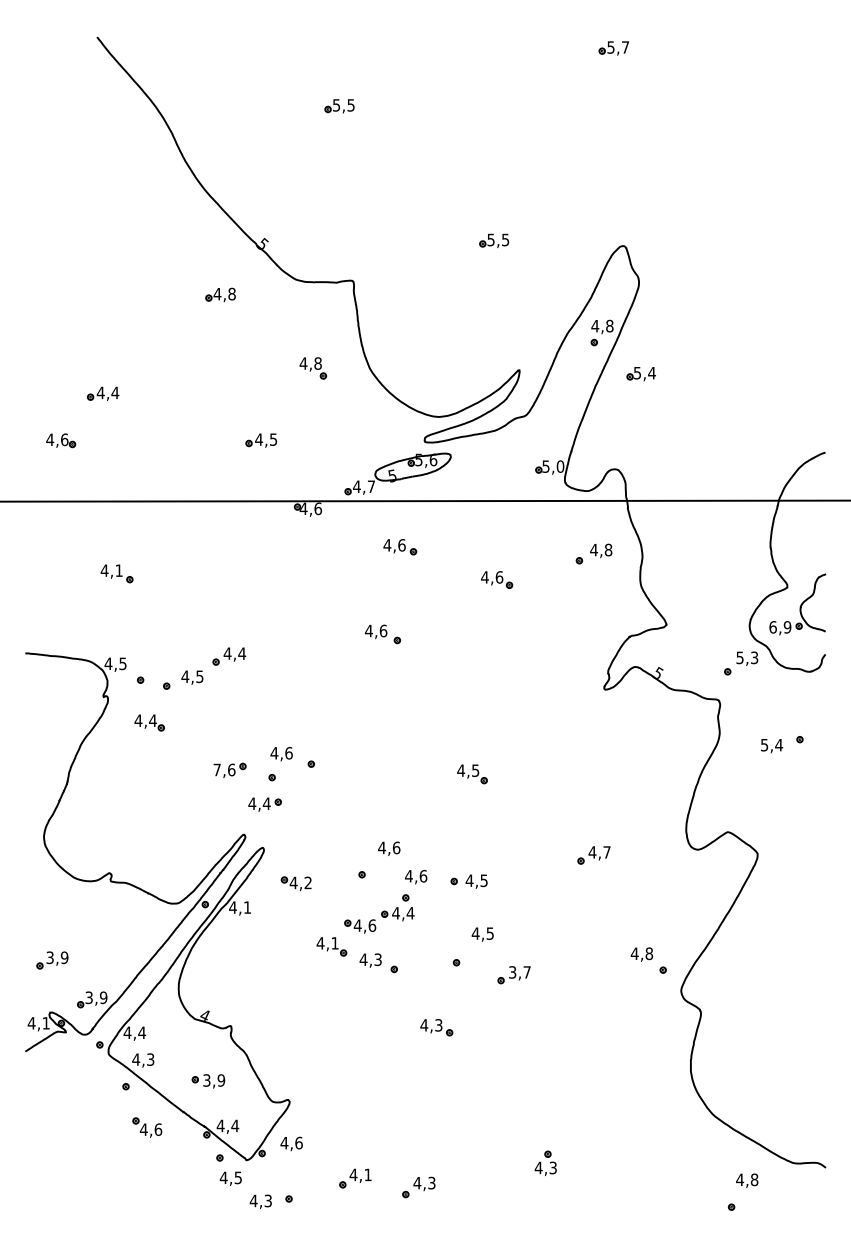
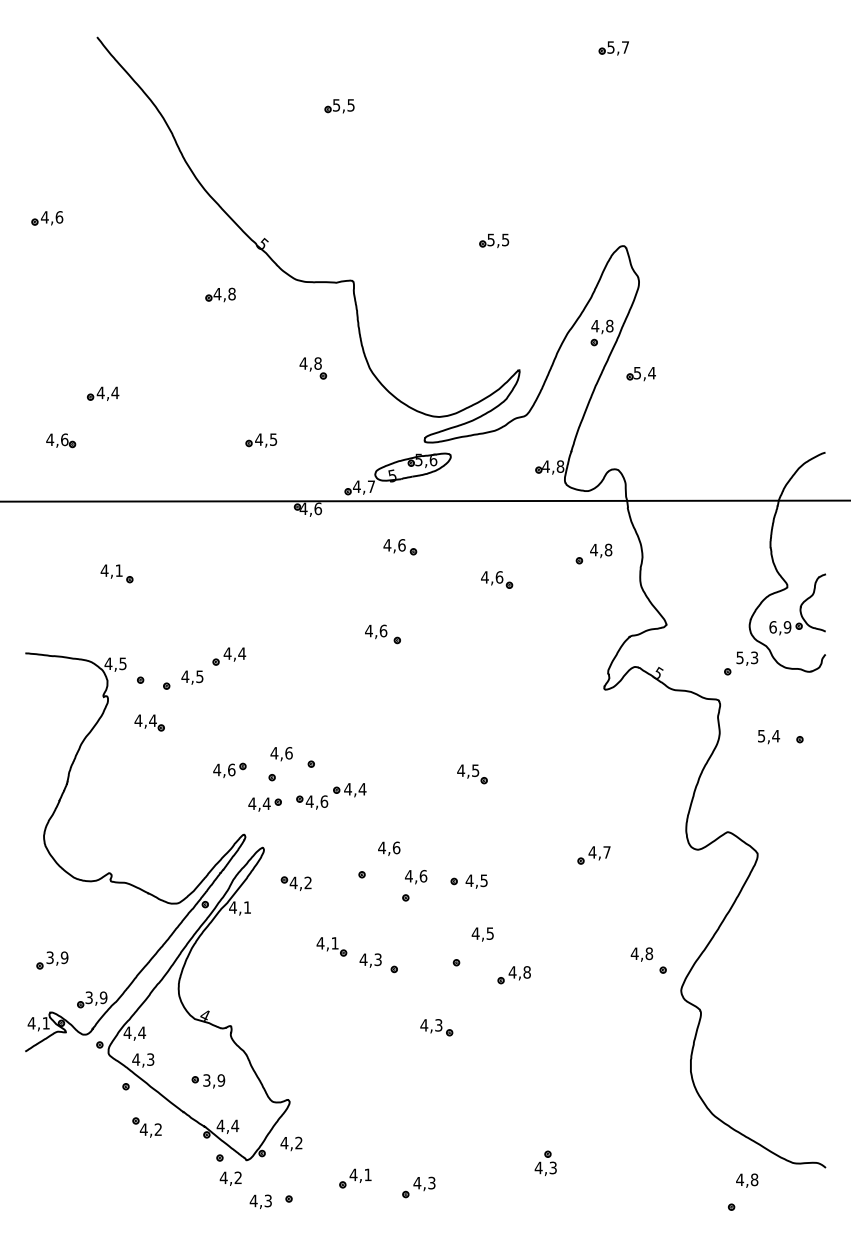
part at (47, 218): none -> present
text at (553, 466): 5,0 -> 4,8
text at (772, 746) position: (772, 746) -> (769, 737)
text at (217, 769): 7,6 -> 4,6
part at (379, 920) position: (379, 920) -> (331, 796)
text at (519, 972): 3,7 -> 4,8
text at (158, 1129): 4,6 -> 4,2
text at (298, 1142): 4,6 -> 4,2
text at (237, 1177): 4,5 -> 4,2
